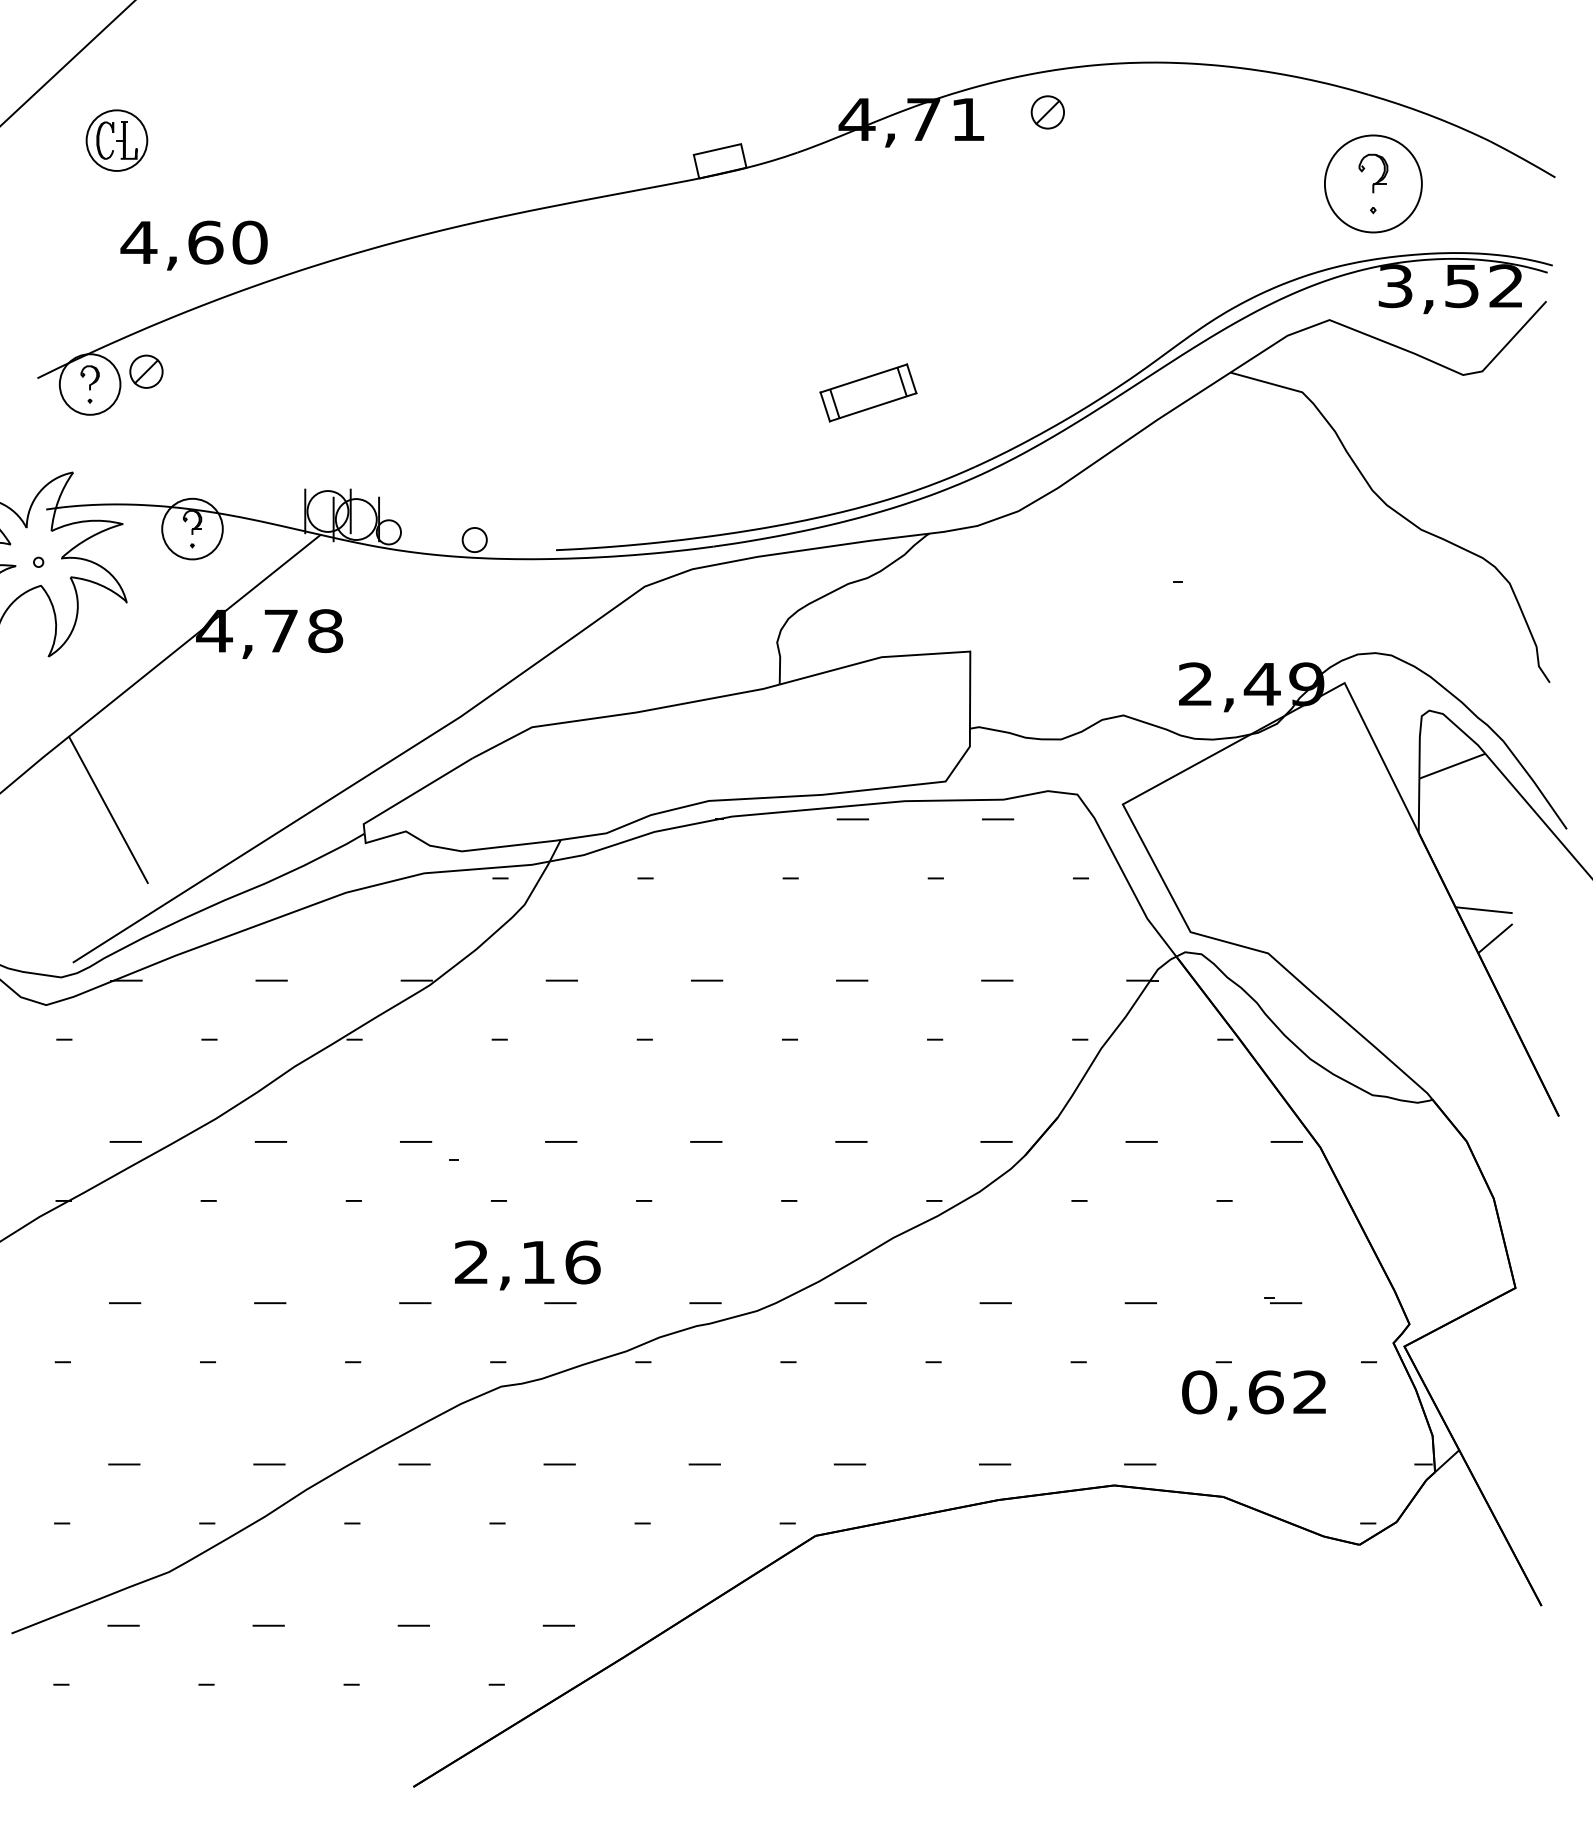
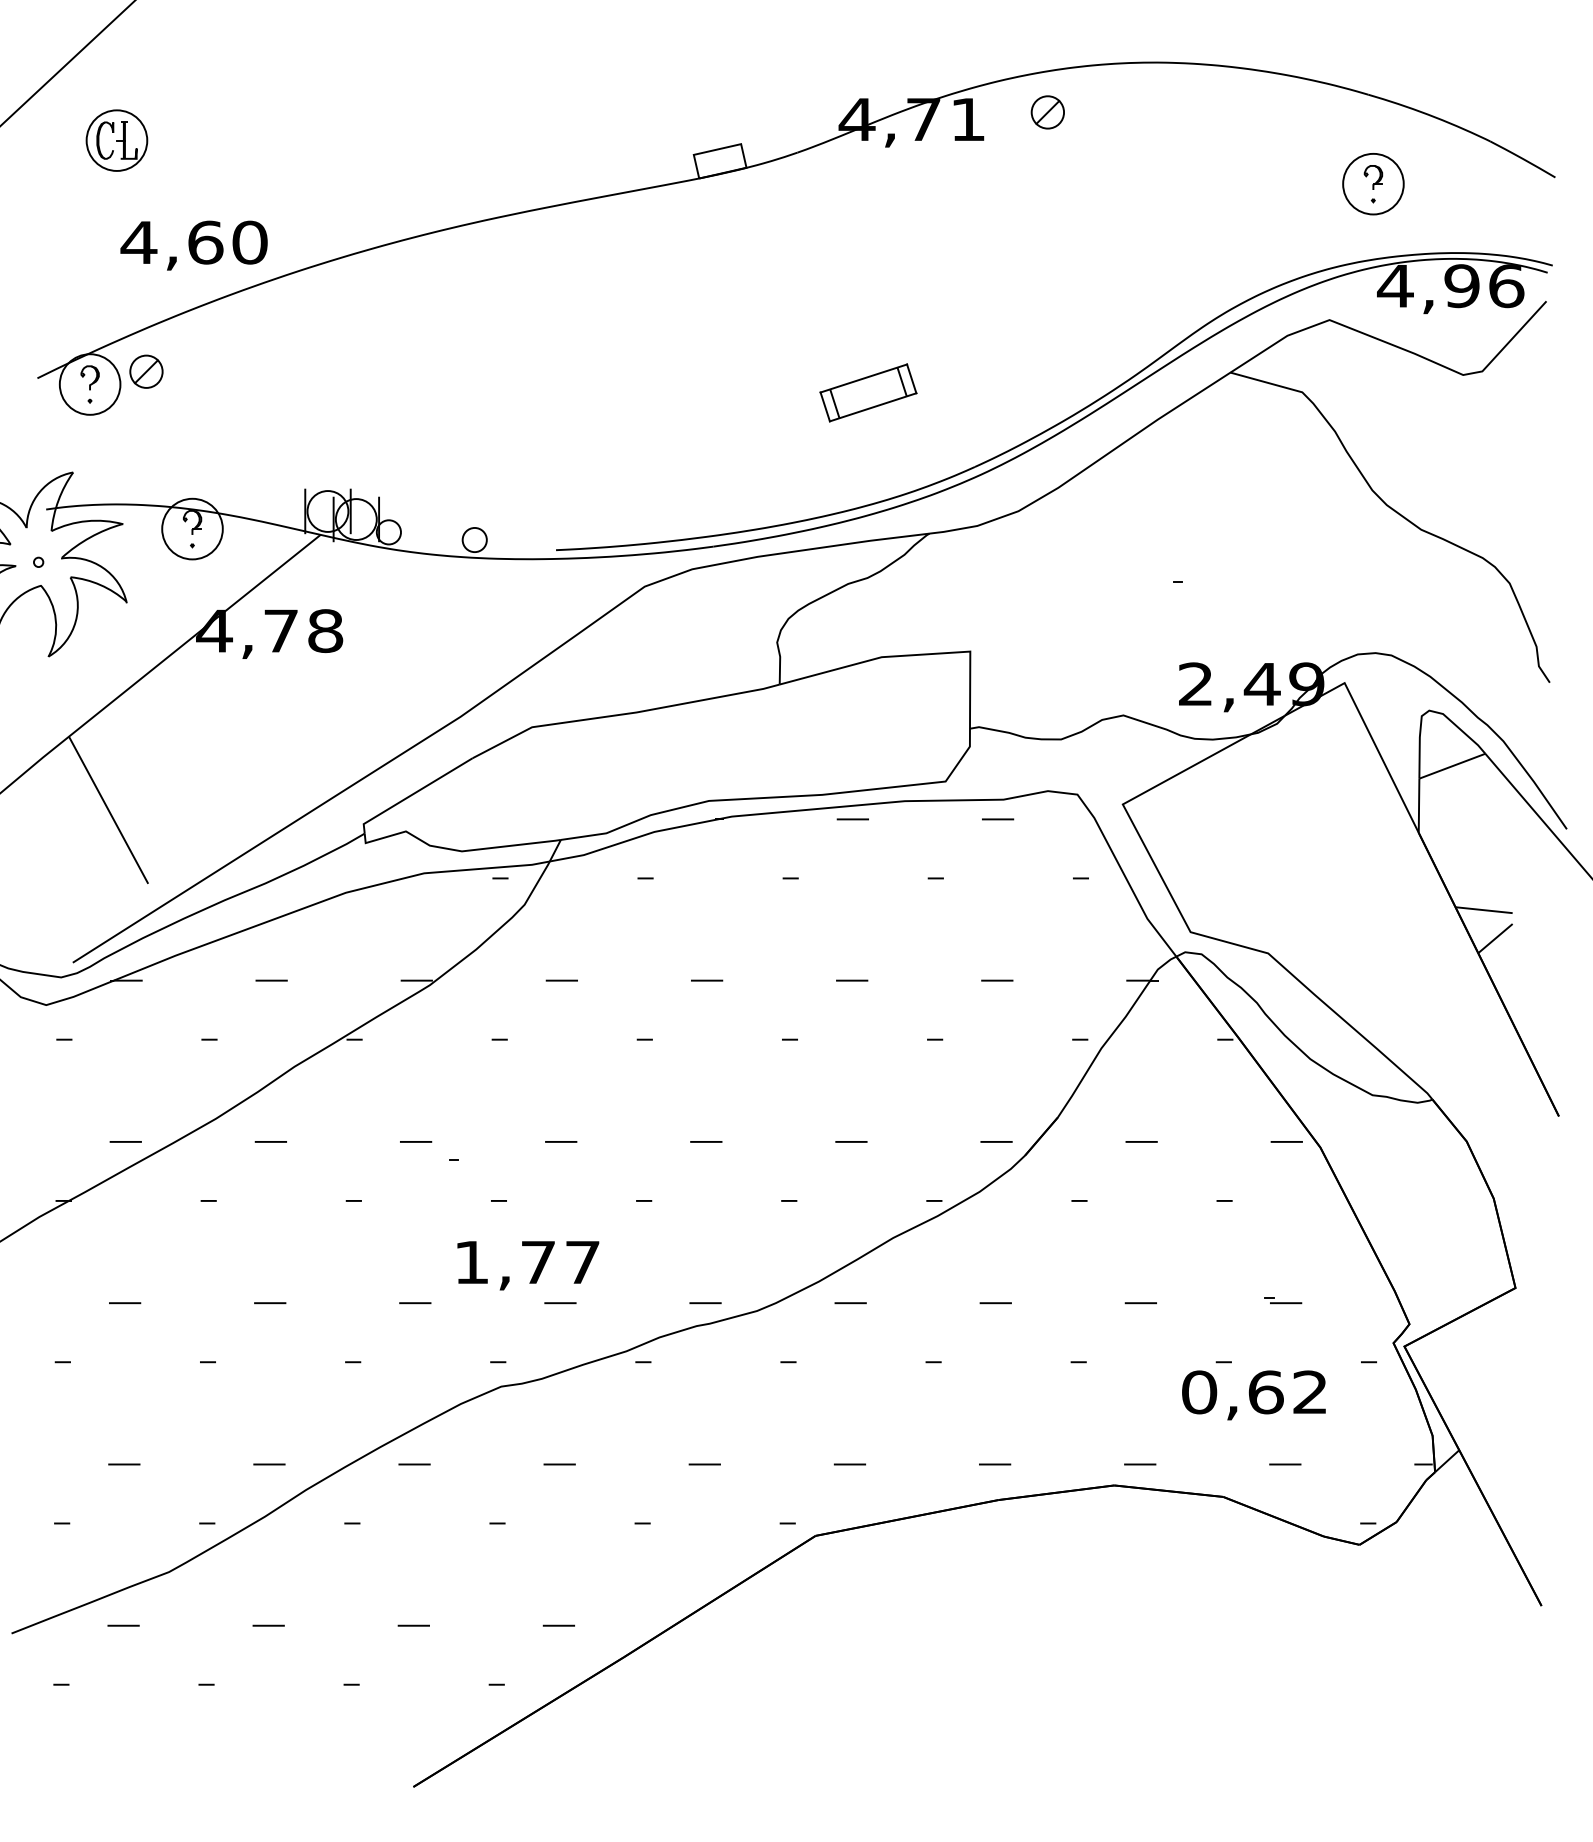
part at (1373, 183) size: 99x100 px -> 63x63 px
text at (1450, 286): 3,52 -> 4,96
text at (527, 1262): 2,16 -> 1,77
line at (1285, 1464): none -> present
